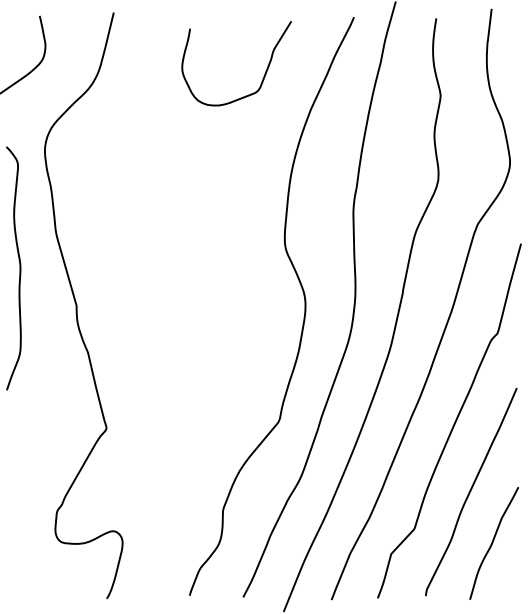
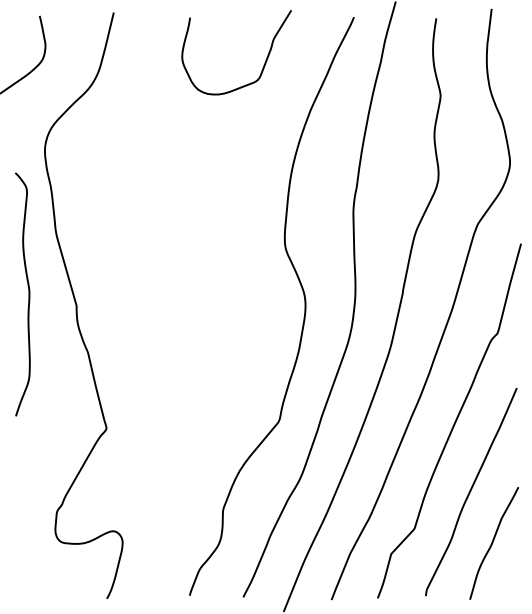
curve at (264, 73) position: (264, 73) -> (264, 62)
curve at (19, 268) position: (19, 268) -> (28, 294)
